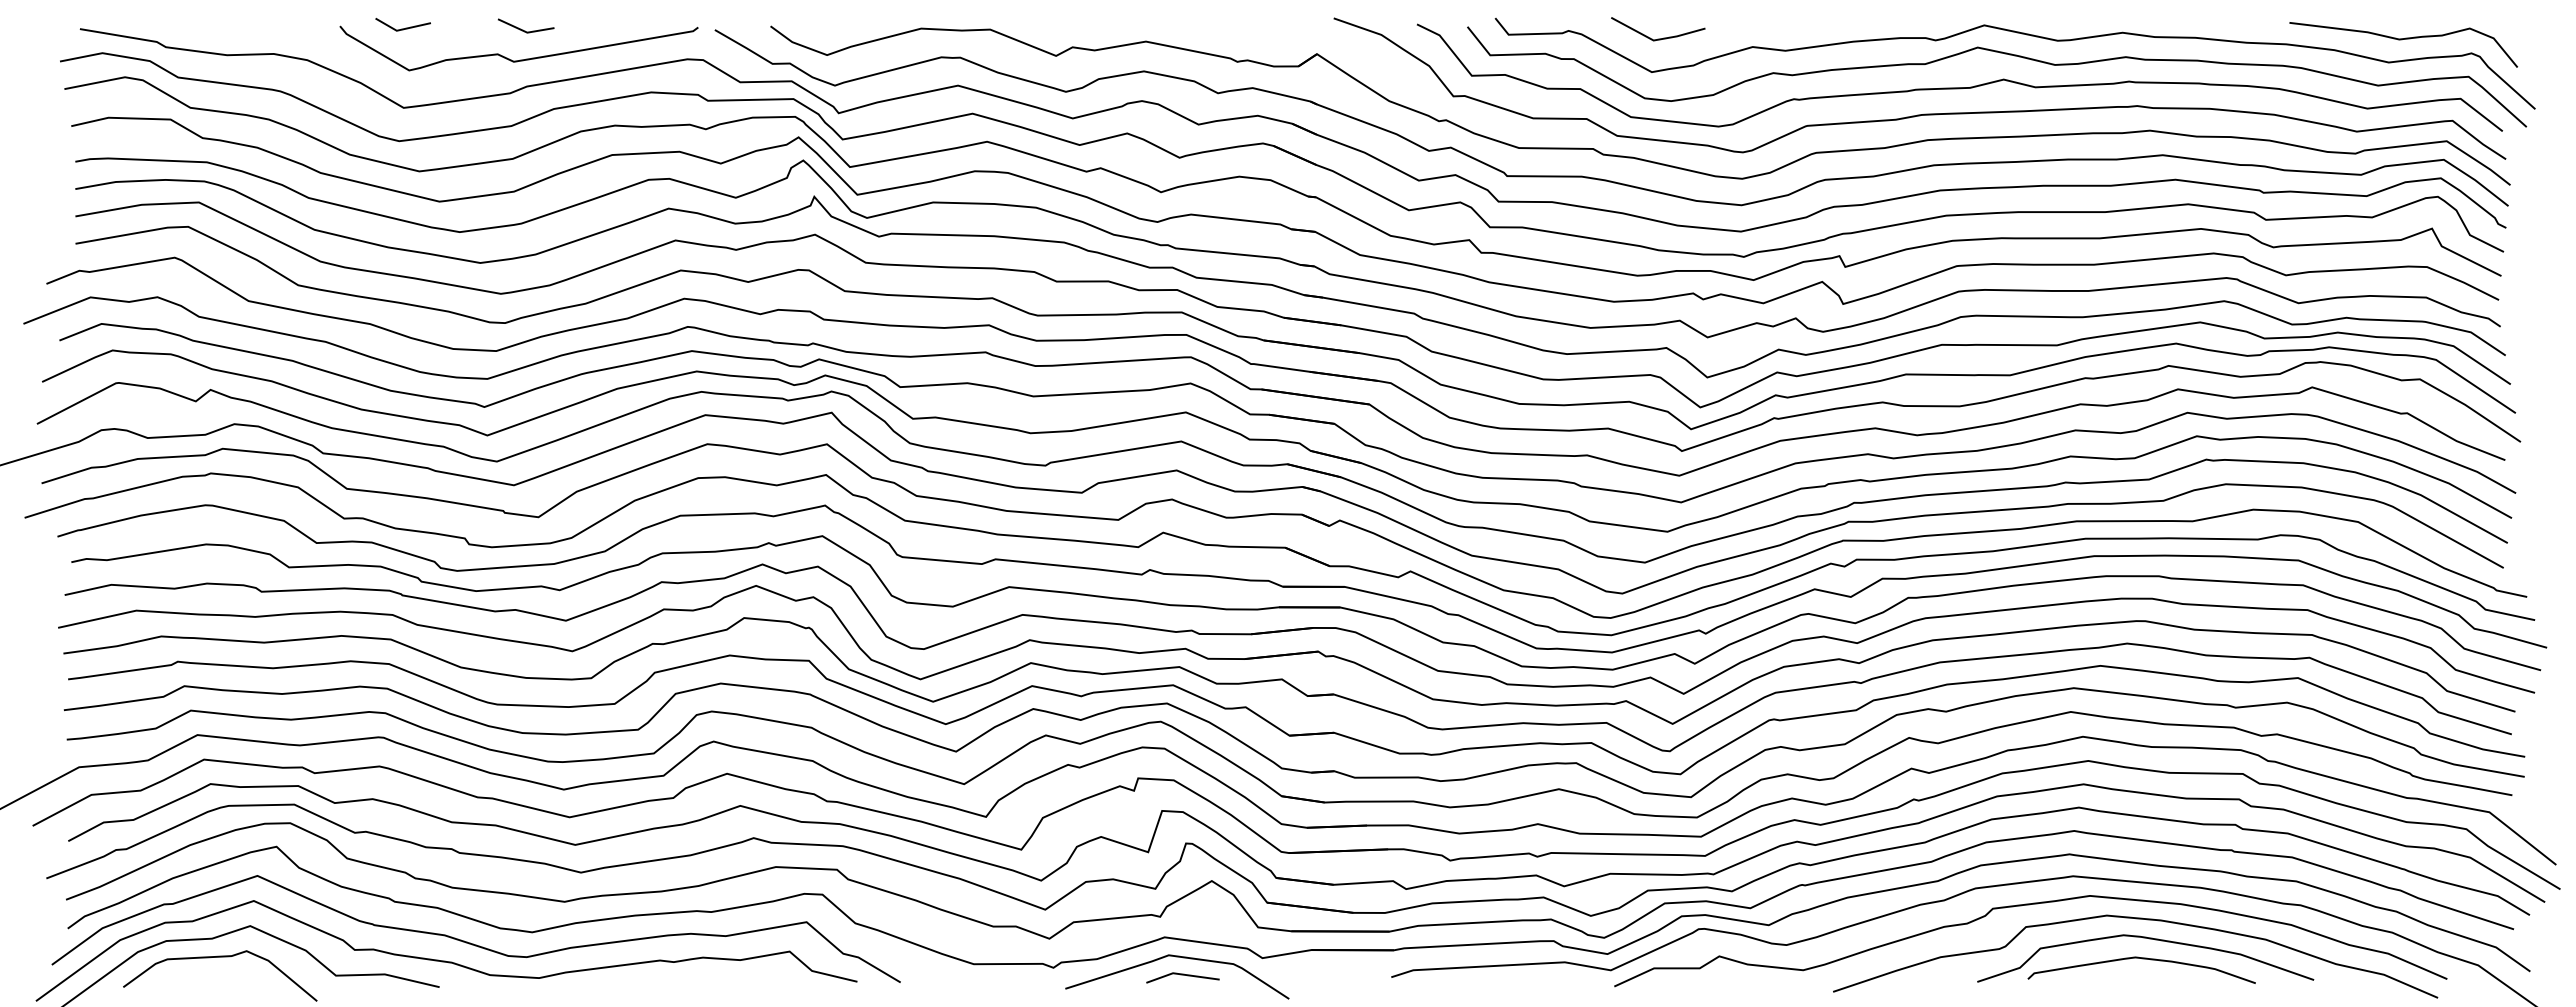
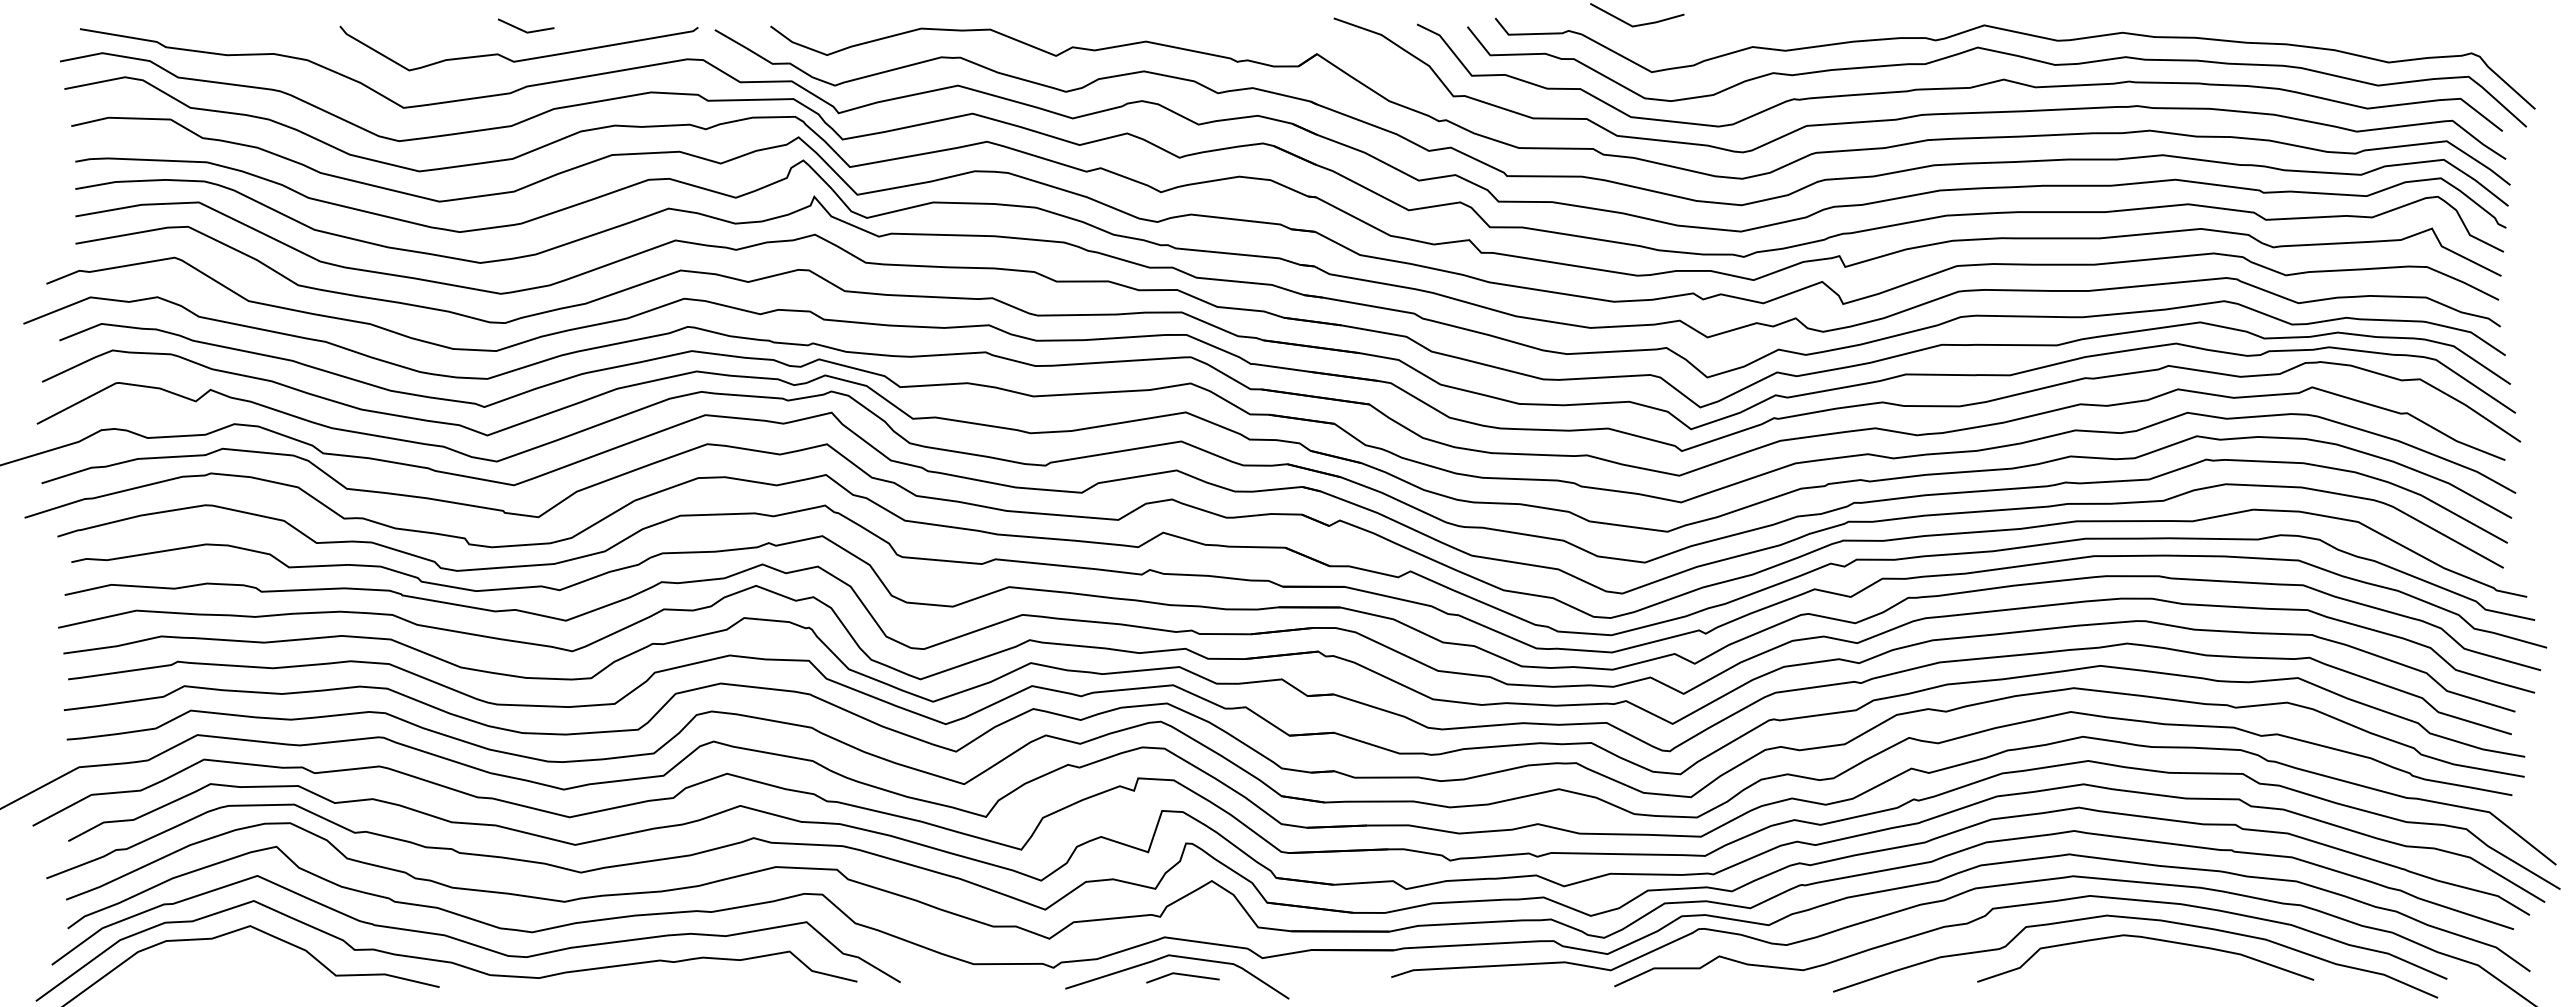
line at (402, 28): present -> none
line at (1658, 38) position: (1658, 38) -> (1637, 24)
curve at (2402, 40): present -> none
curve at (220, 957): present -> none
curve at (2142, 959): present -> none
